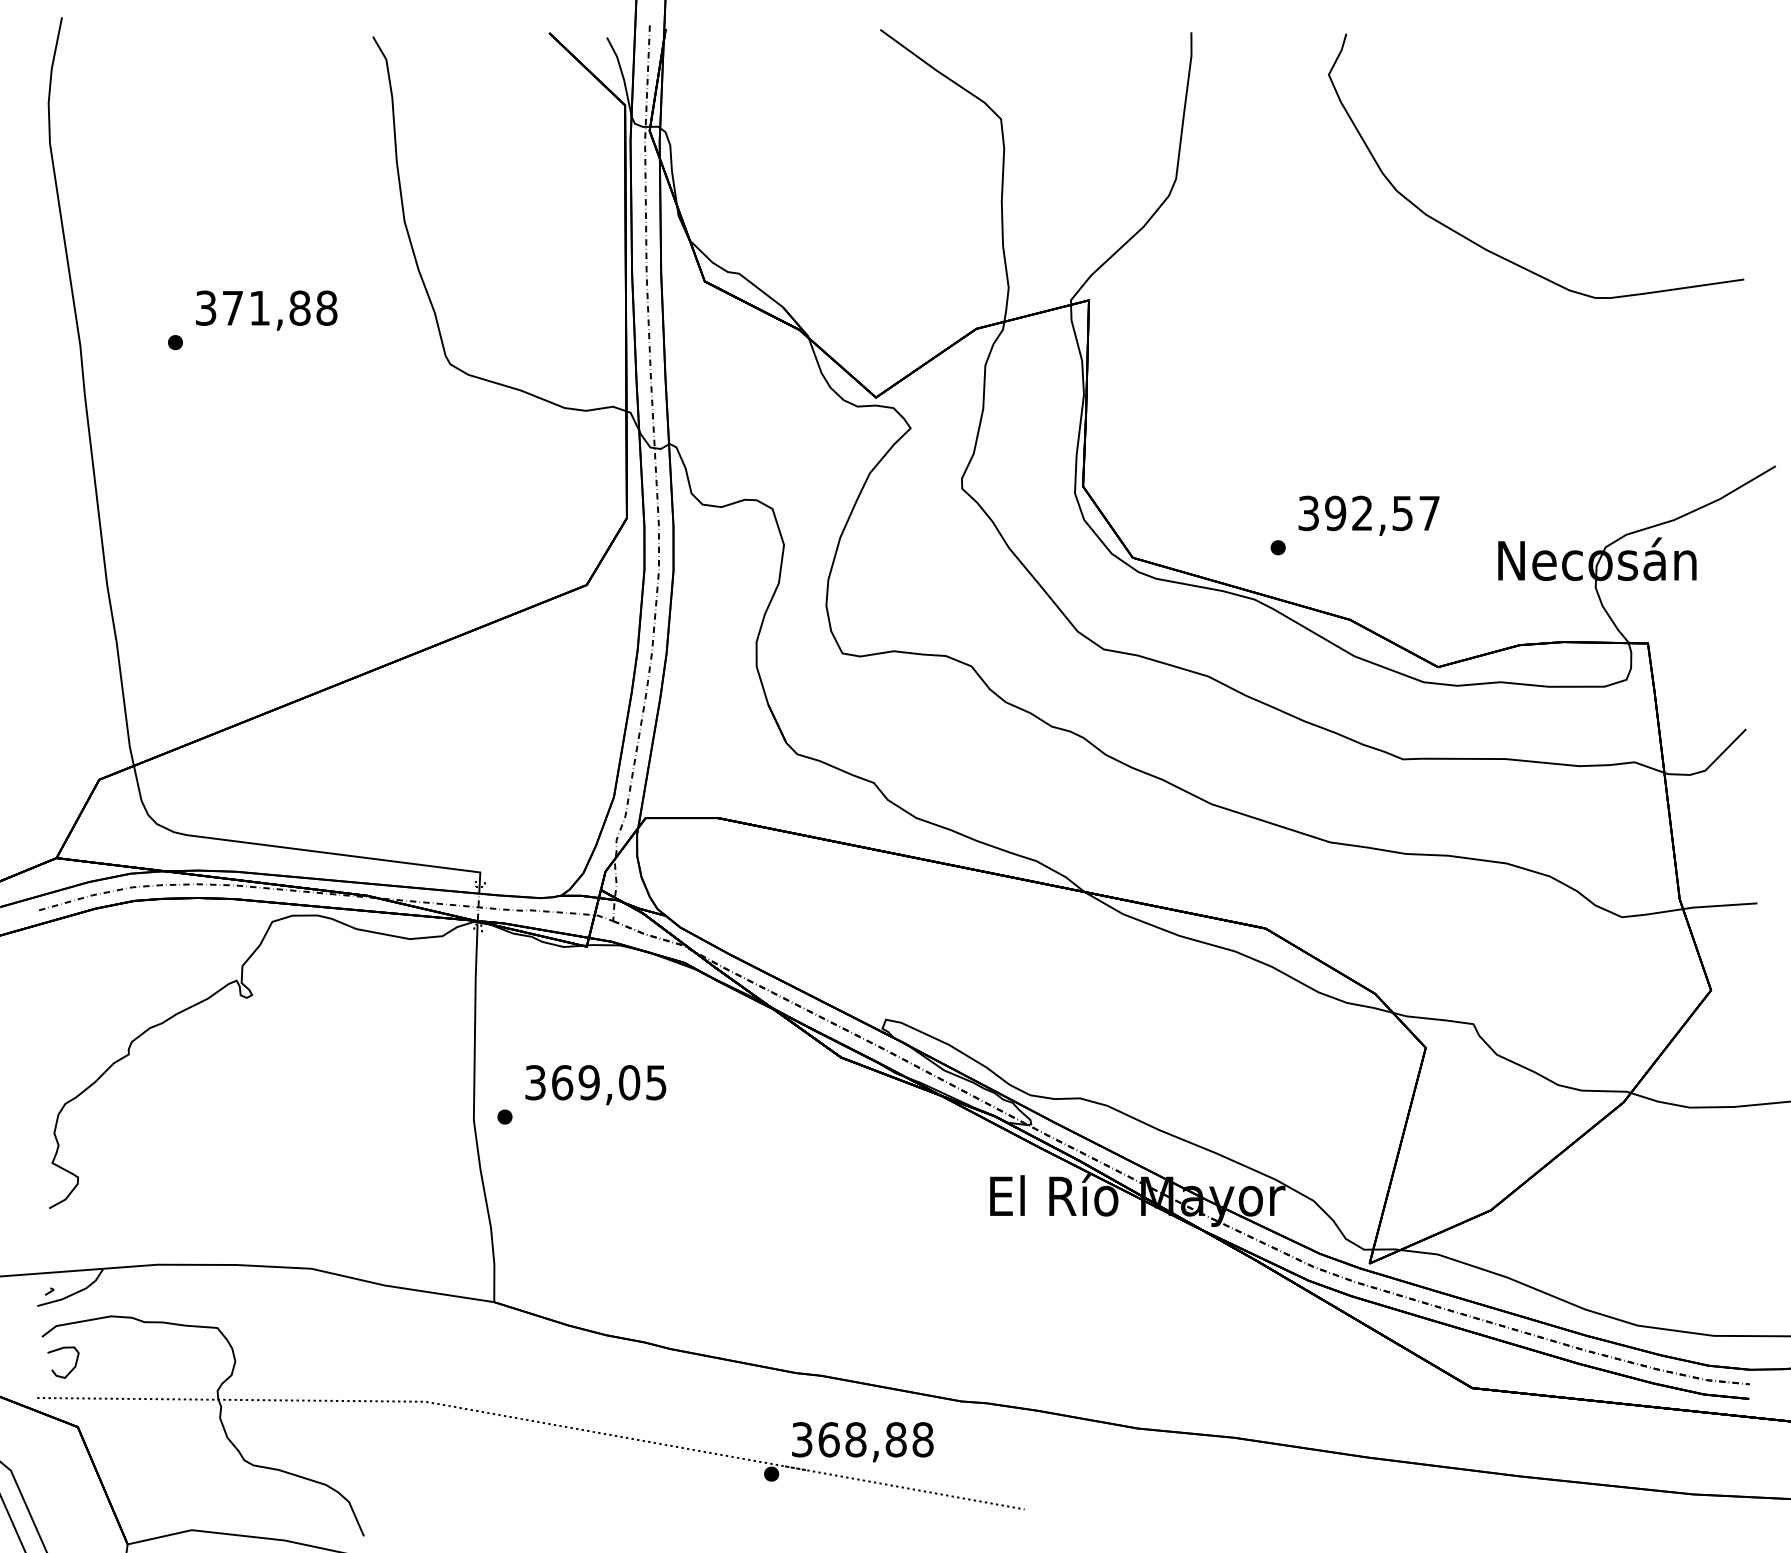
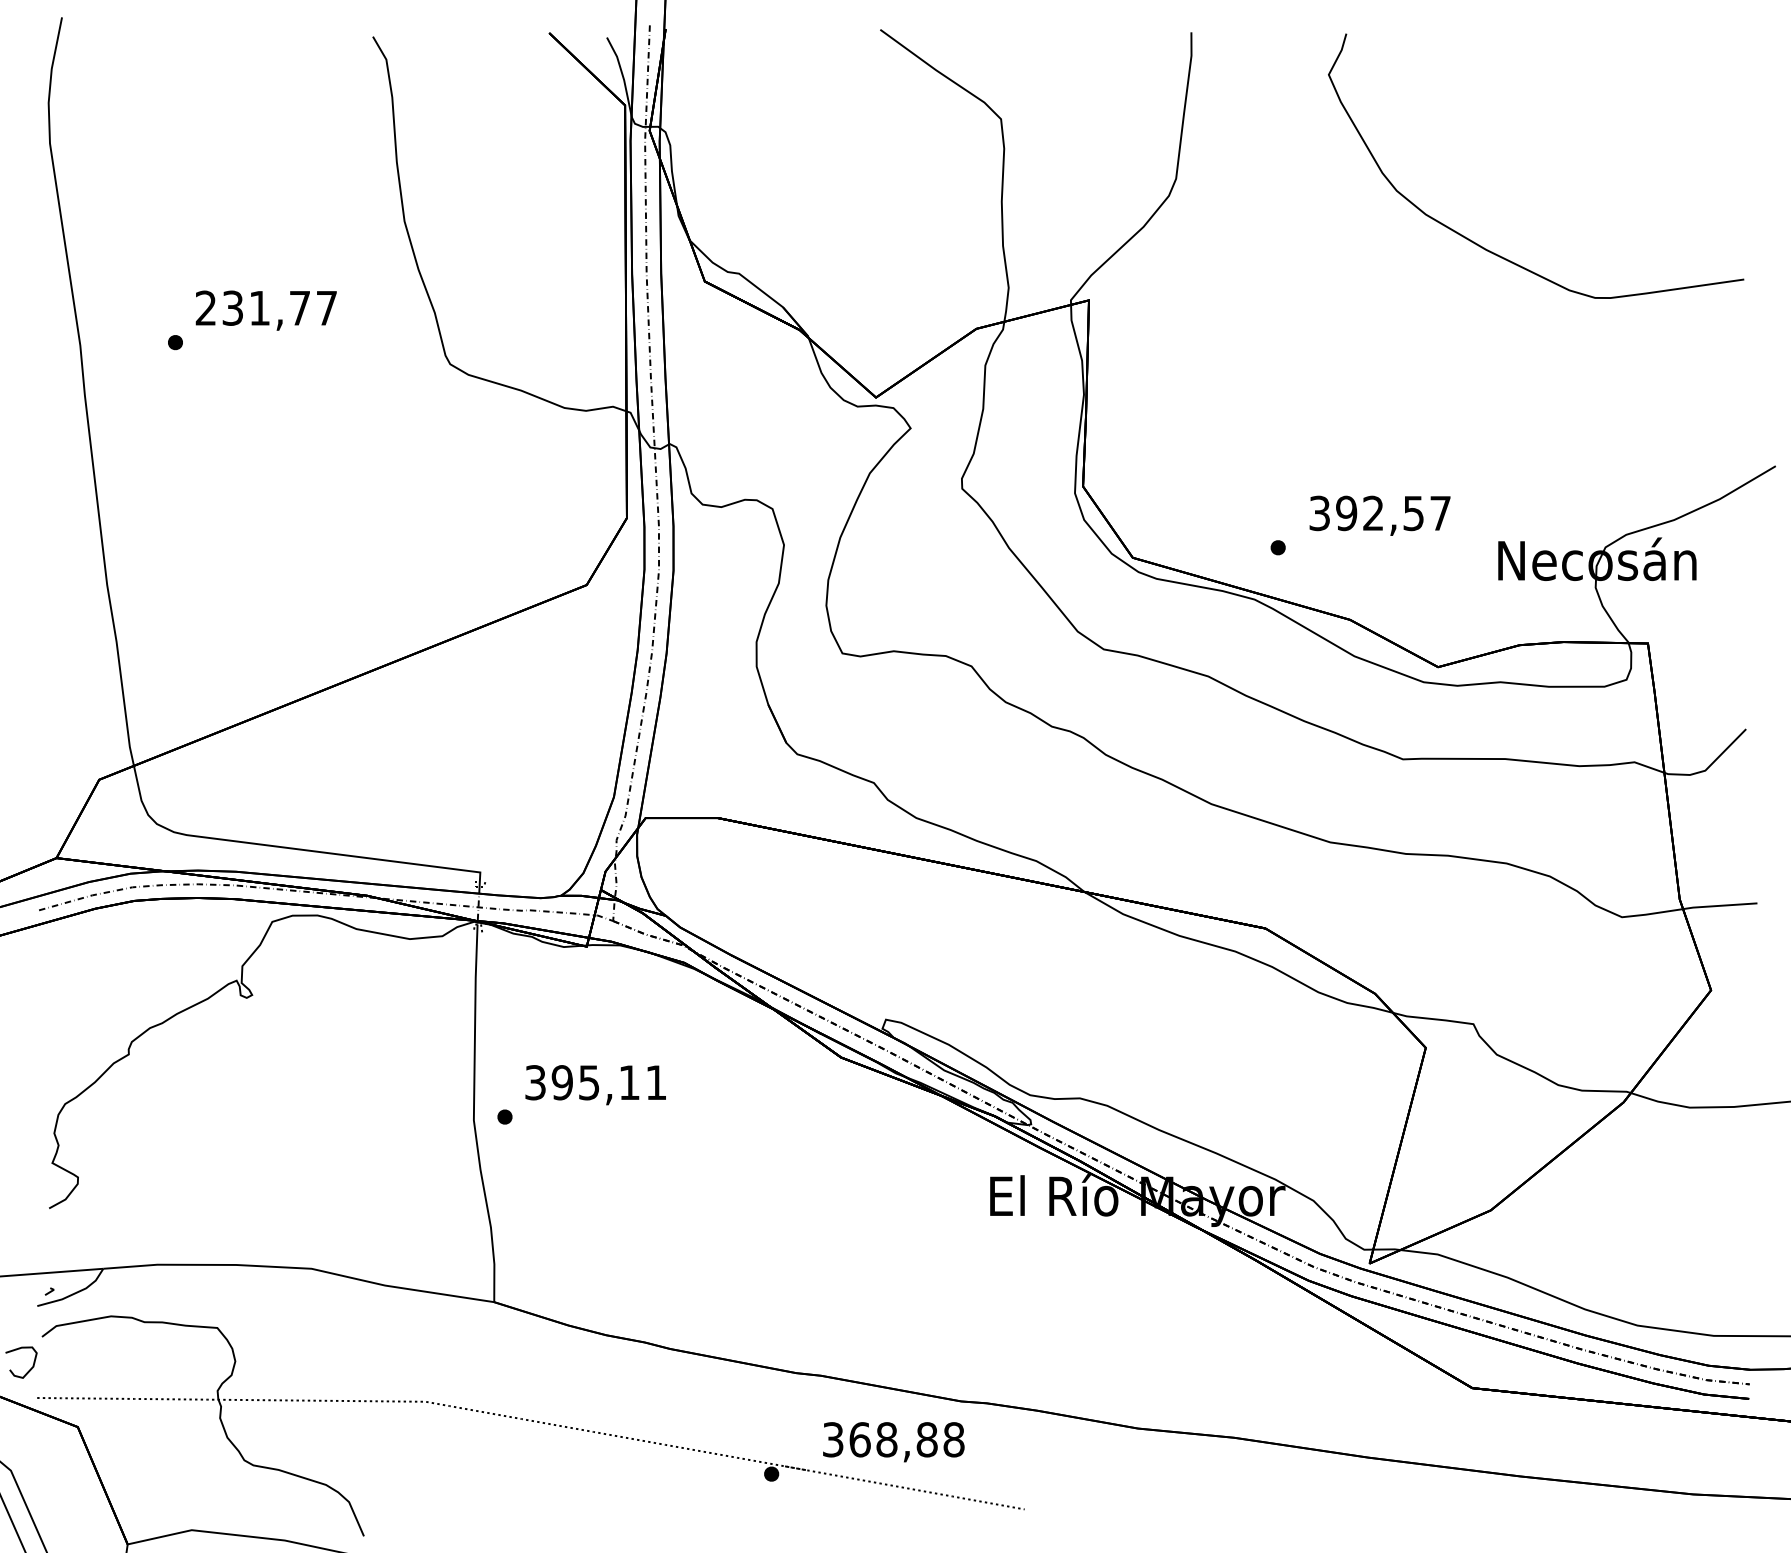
text at (266, 307): 371,88 -> 231,77
text at (1368, 515) position: (1368, 515) -> (1379, 515)
text at (608, 1082): 369,05 -> 395,11
curve at (71, 1369) position: (71, 1369) -> (29, 1369)
text at (862, 1442) position: (862, 1442) -> (893, 1442)
